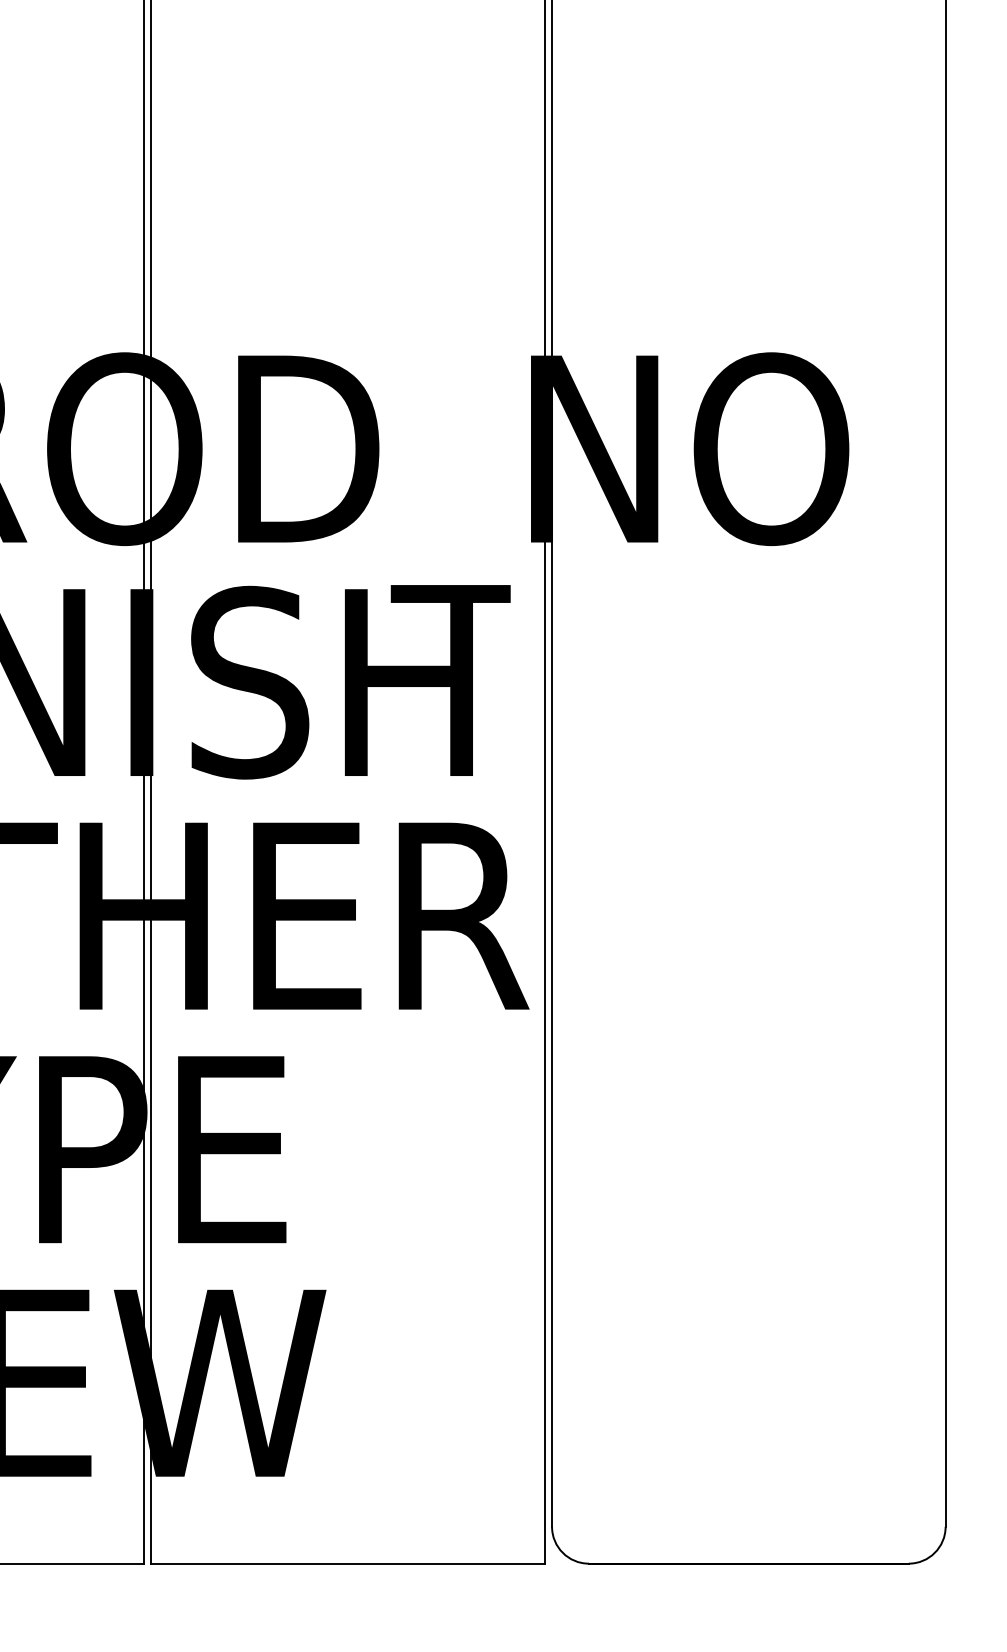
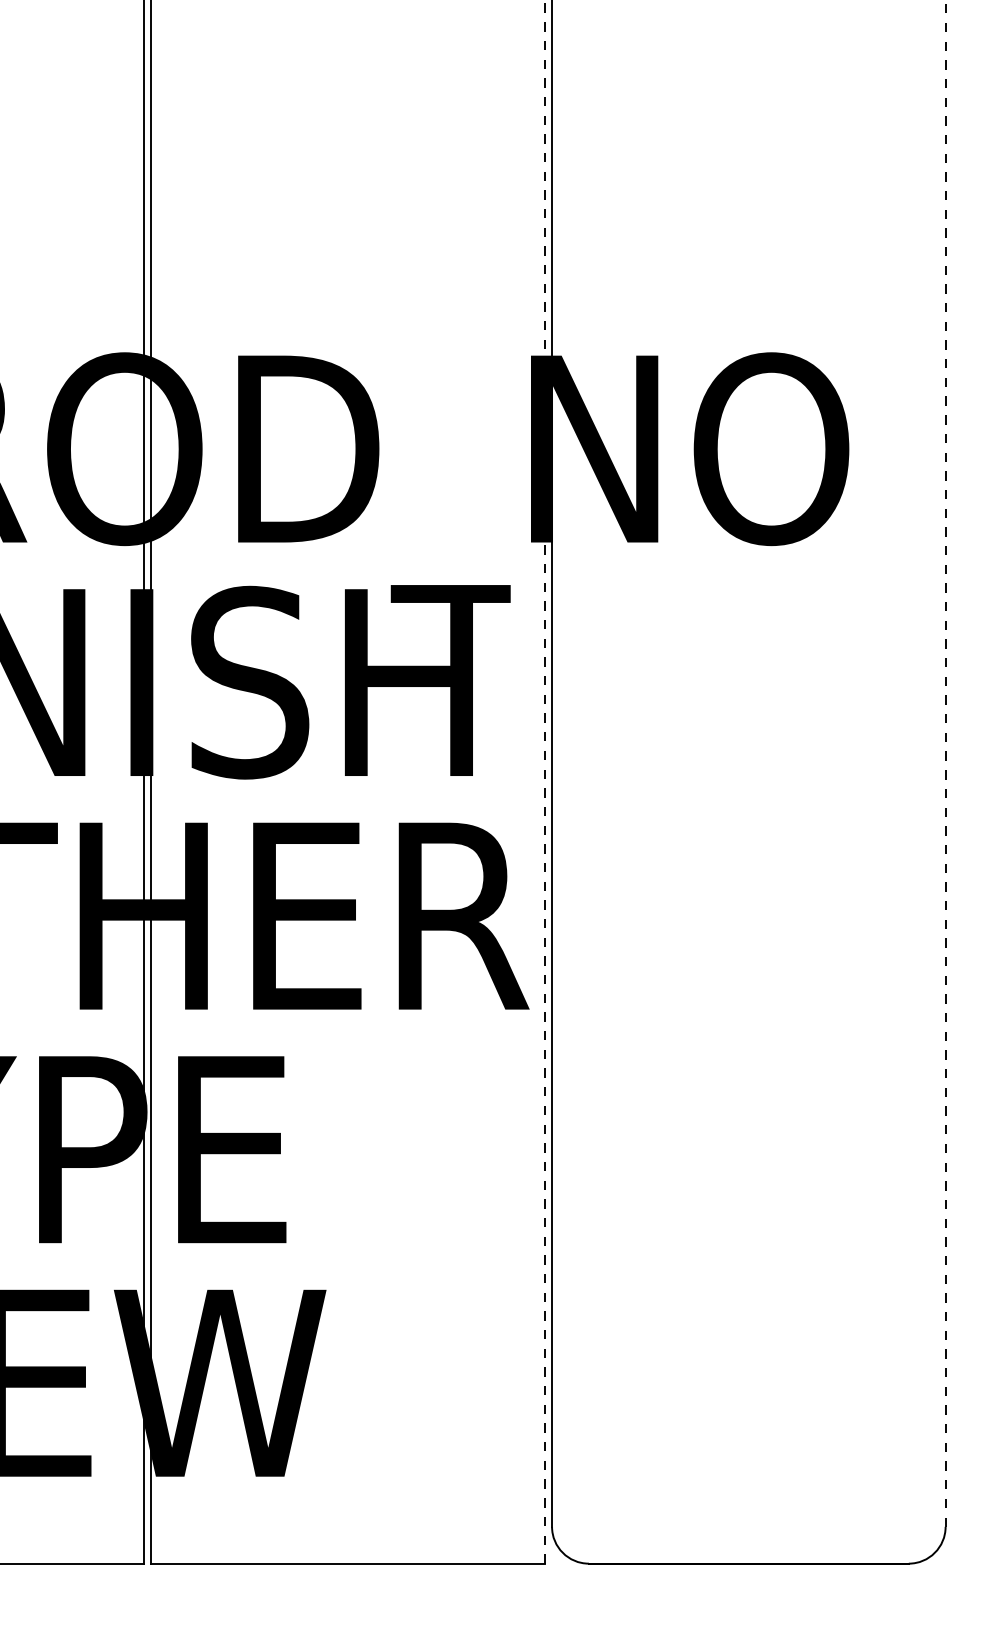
line at (945, 762): solid -> dashed
line at (544, 781): solid -> dashed
